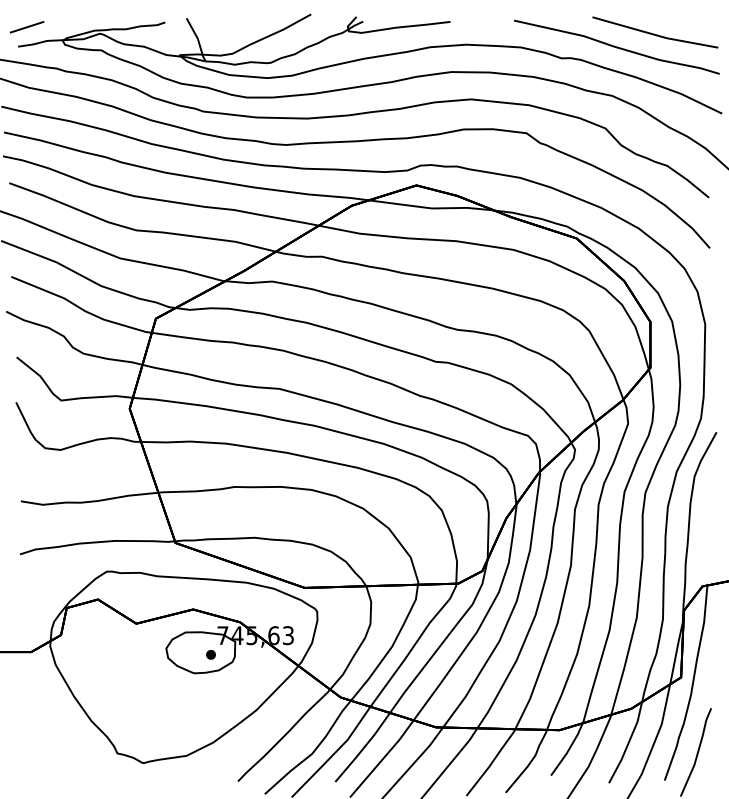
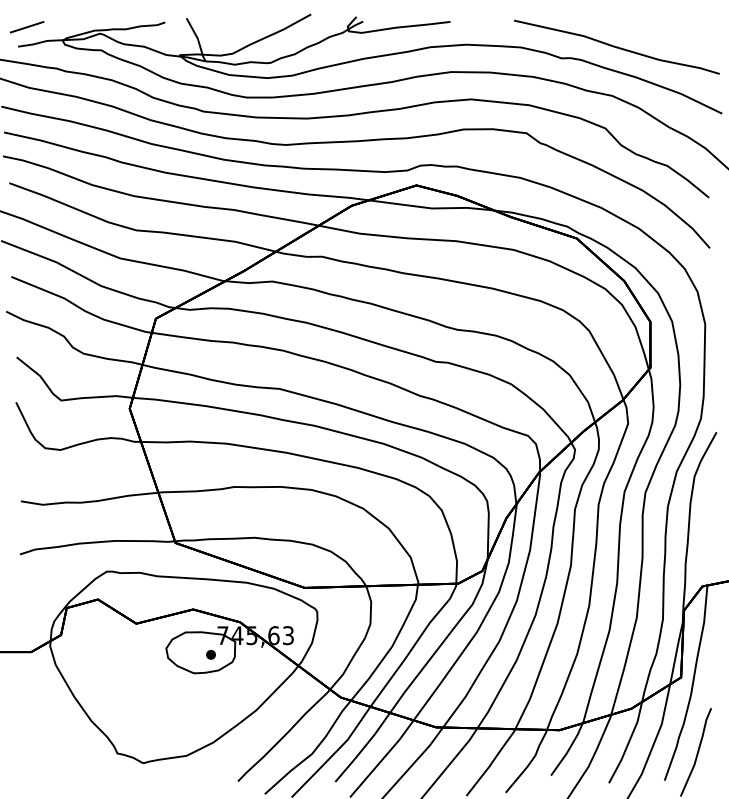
line at (654, 33): present -> none
